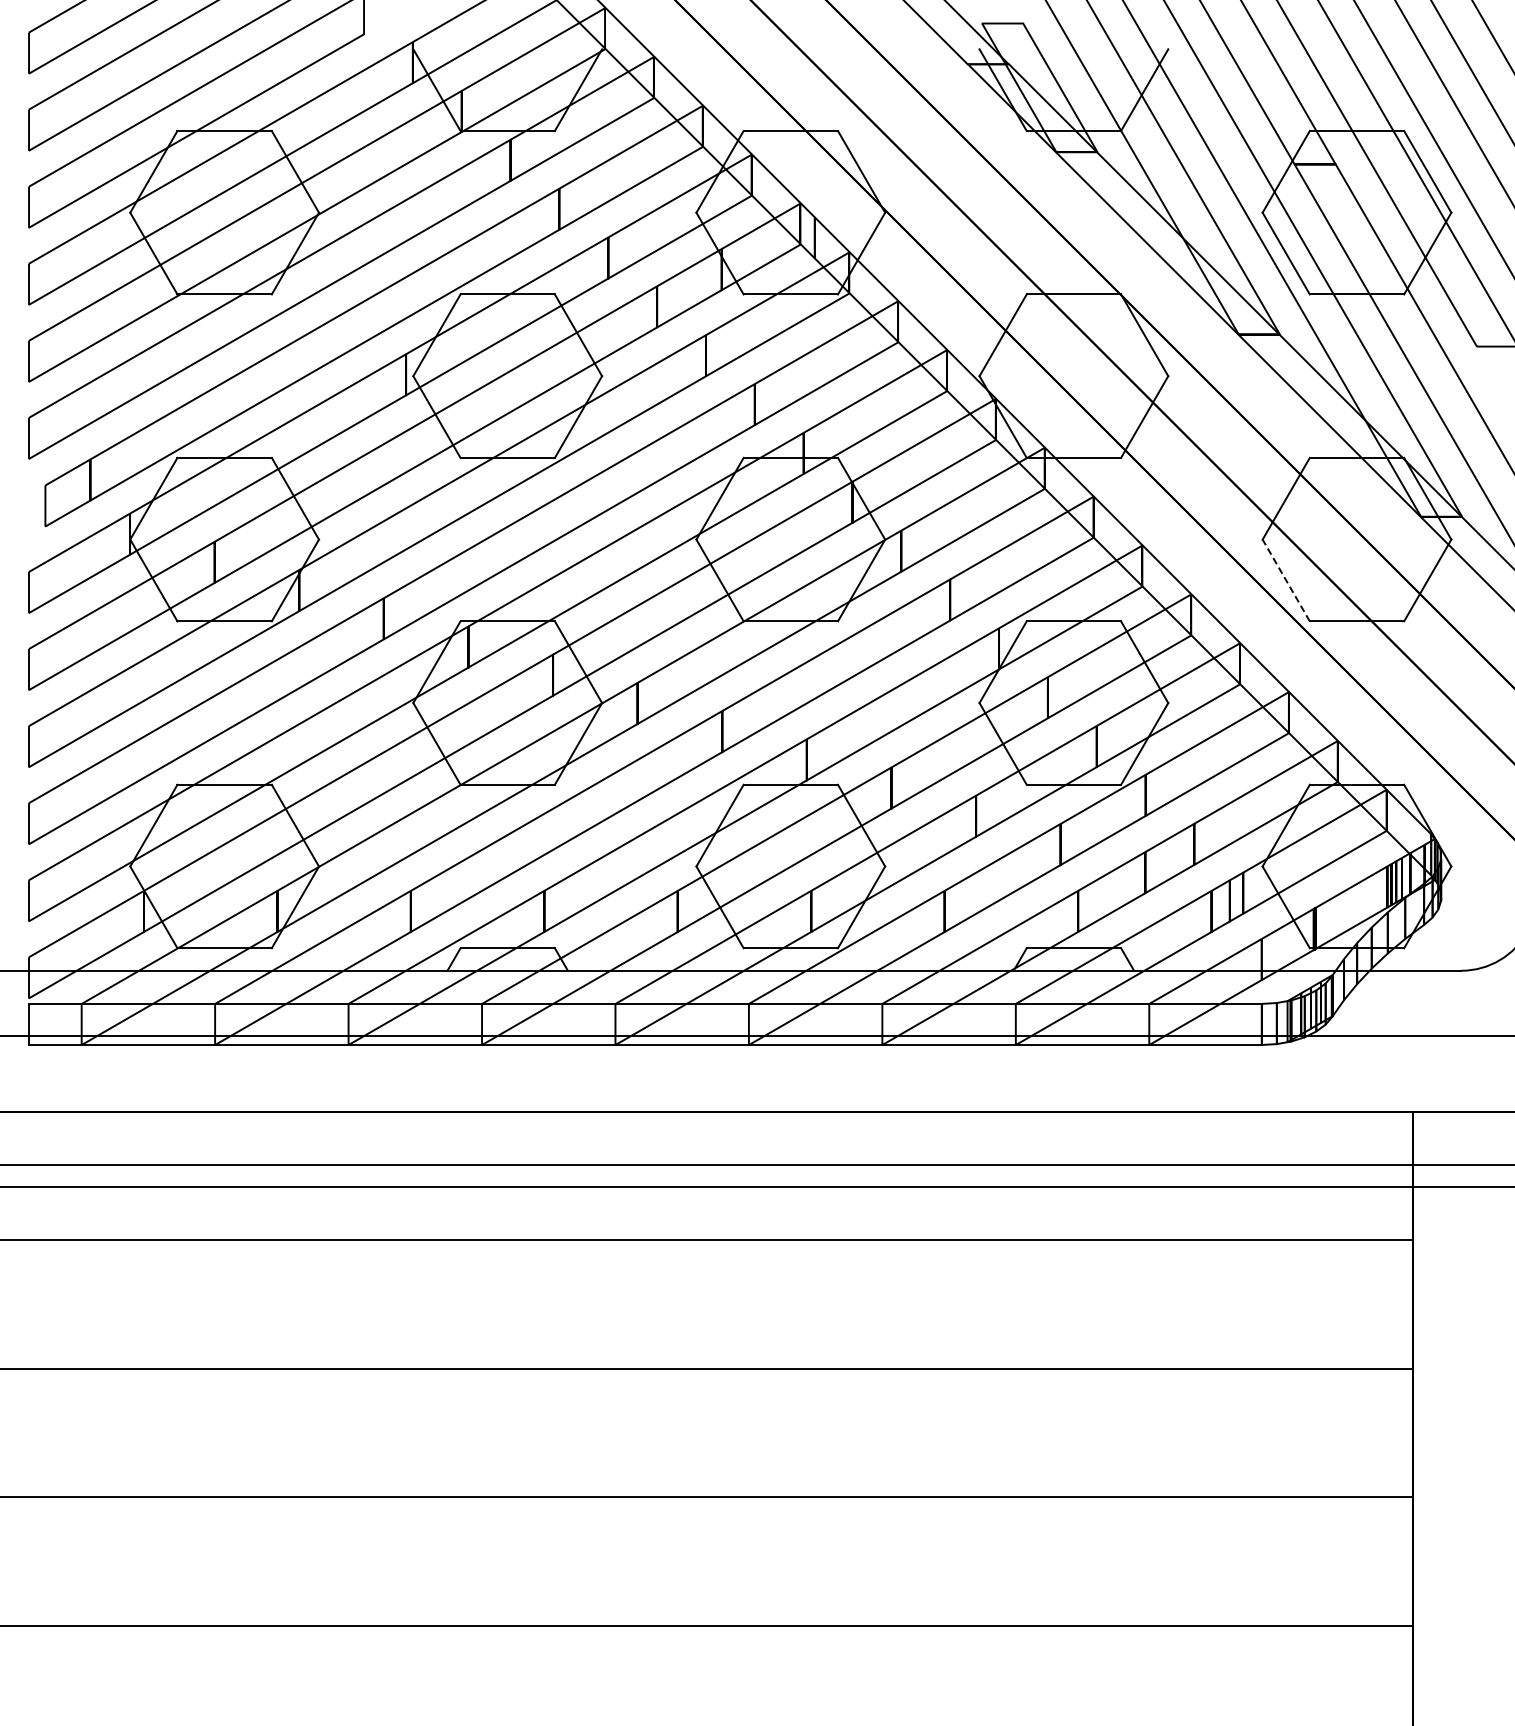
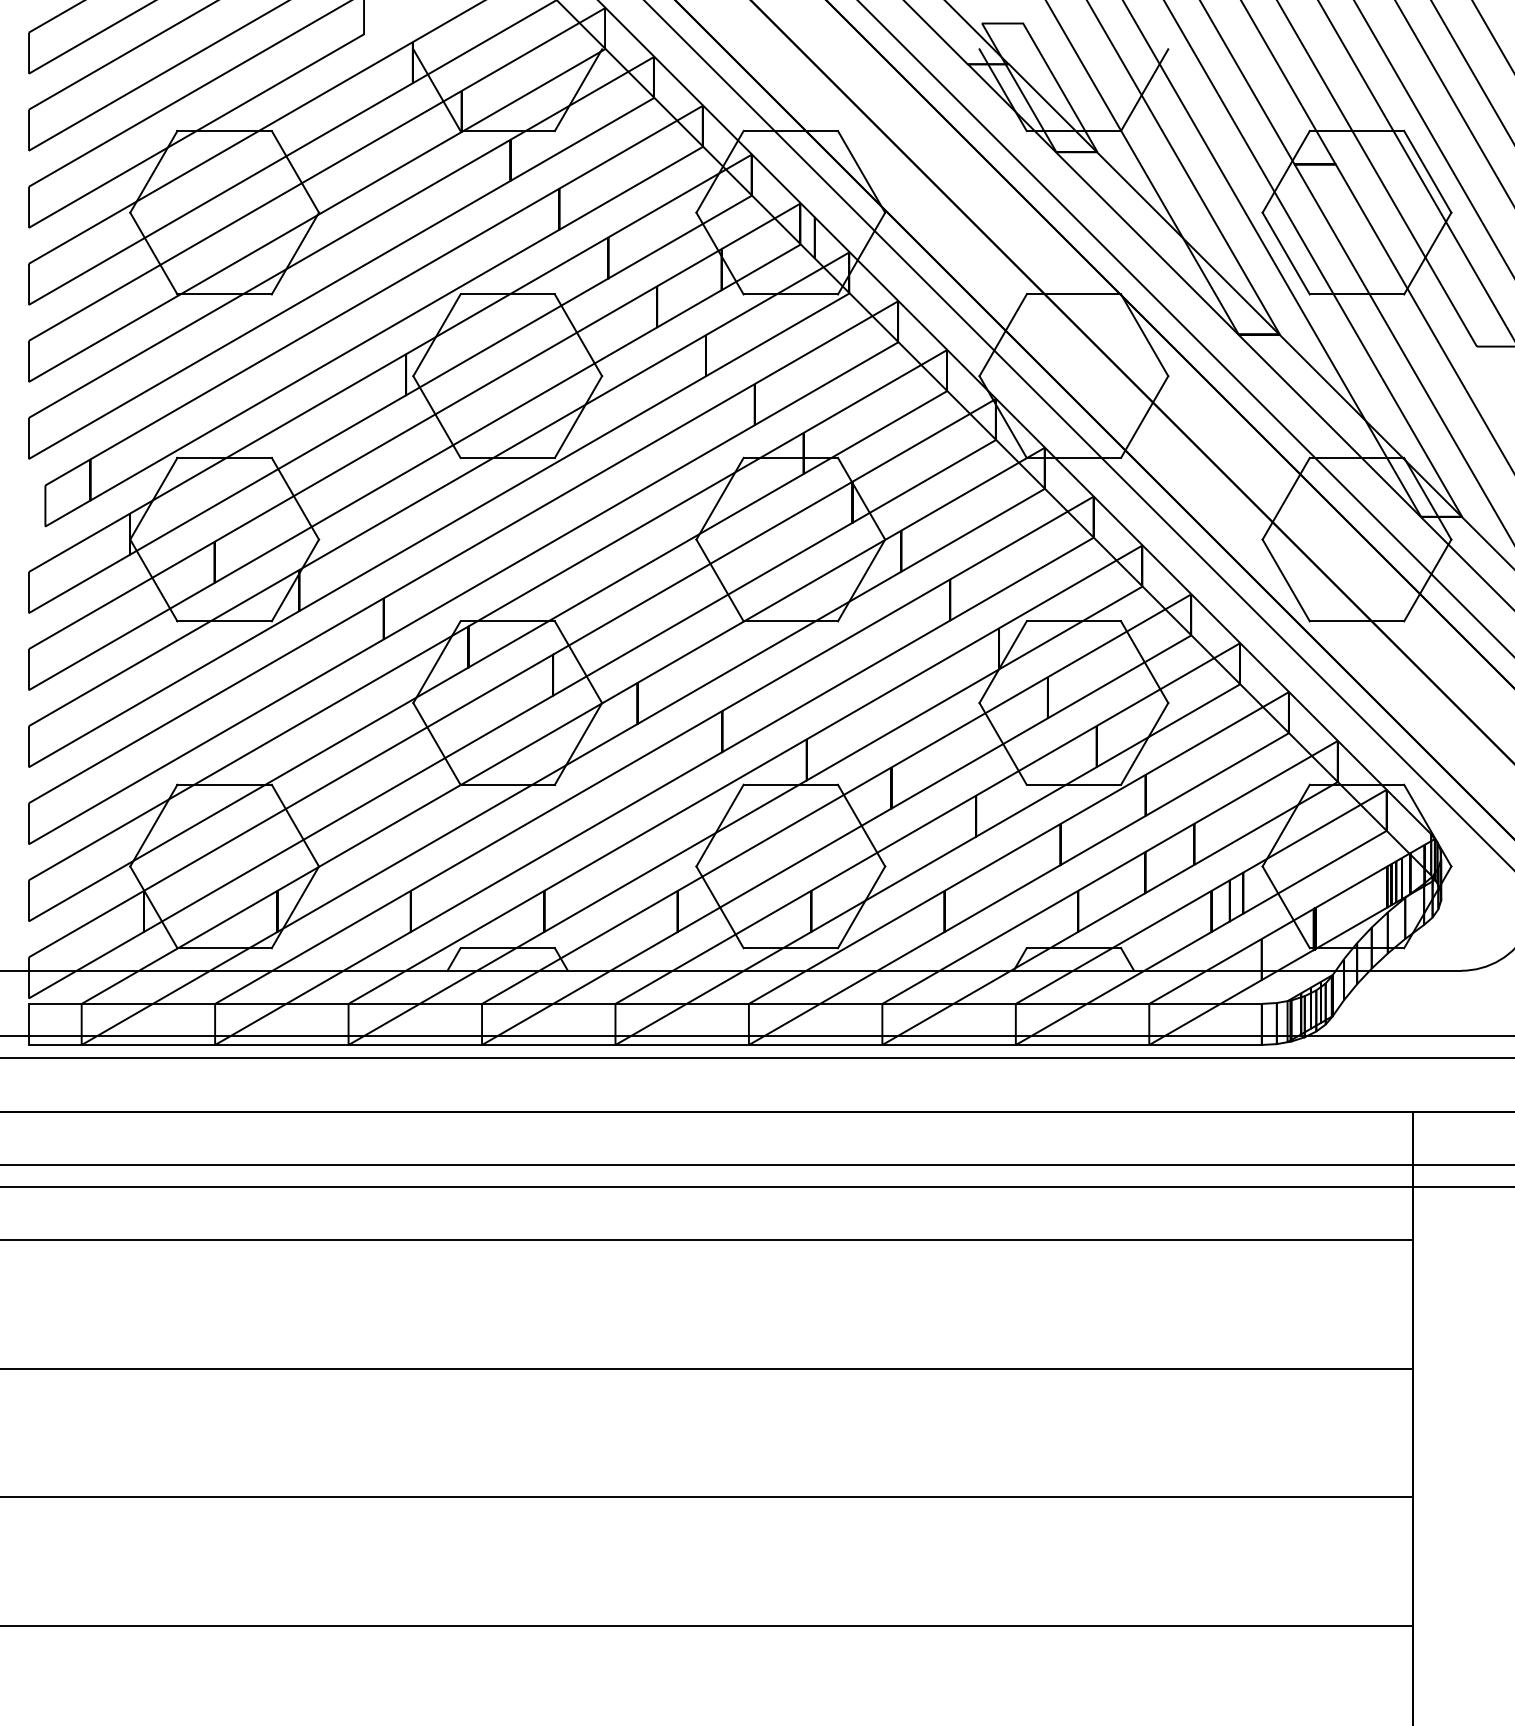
line at (1185, 328): none -> present
line at (1078, 434): none -> present
line at (1285, 580): dashed -> solid
line at (756, 1058): none -> present
